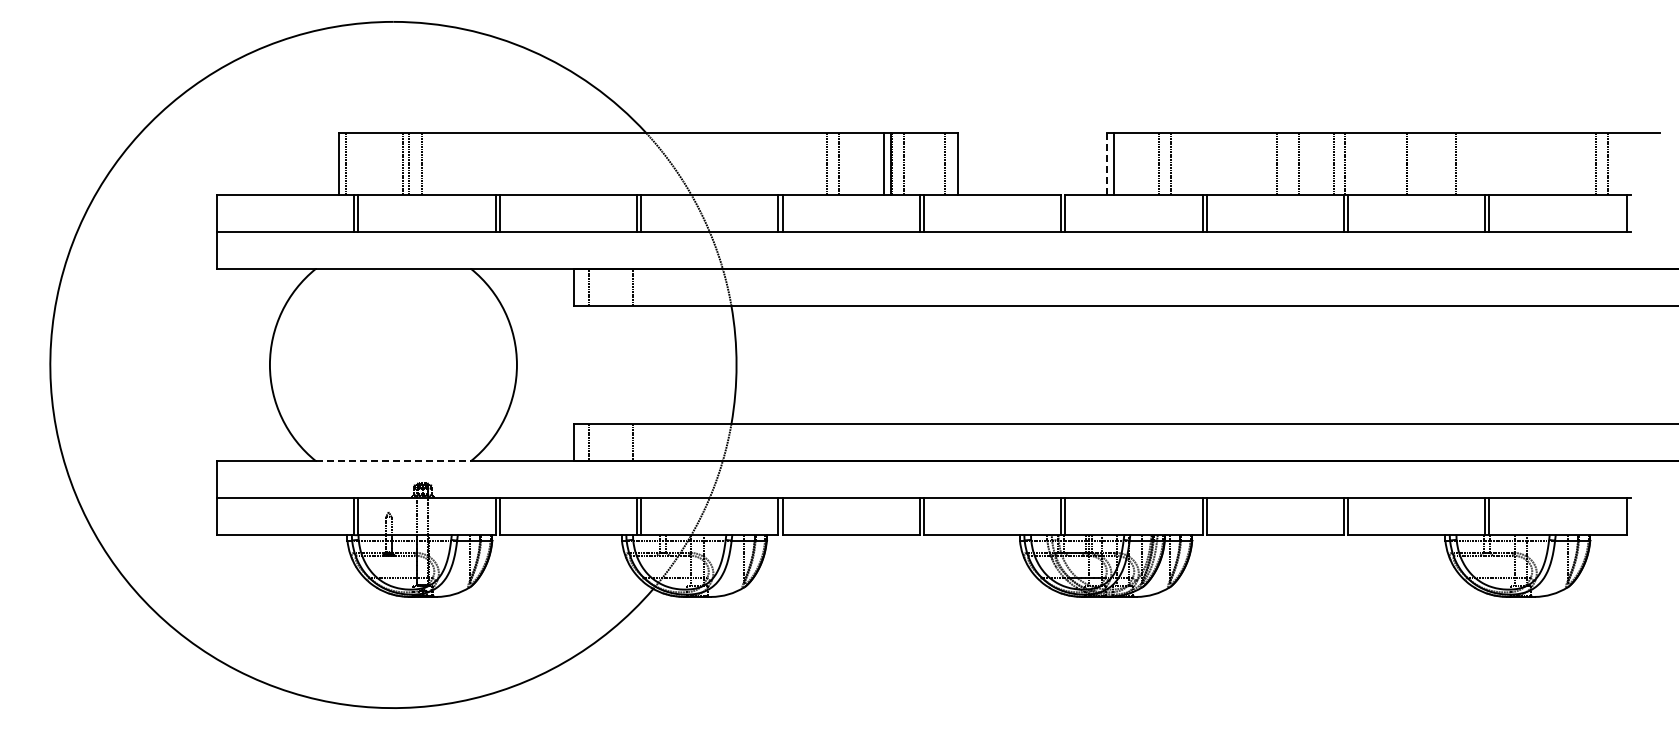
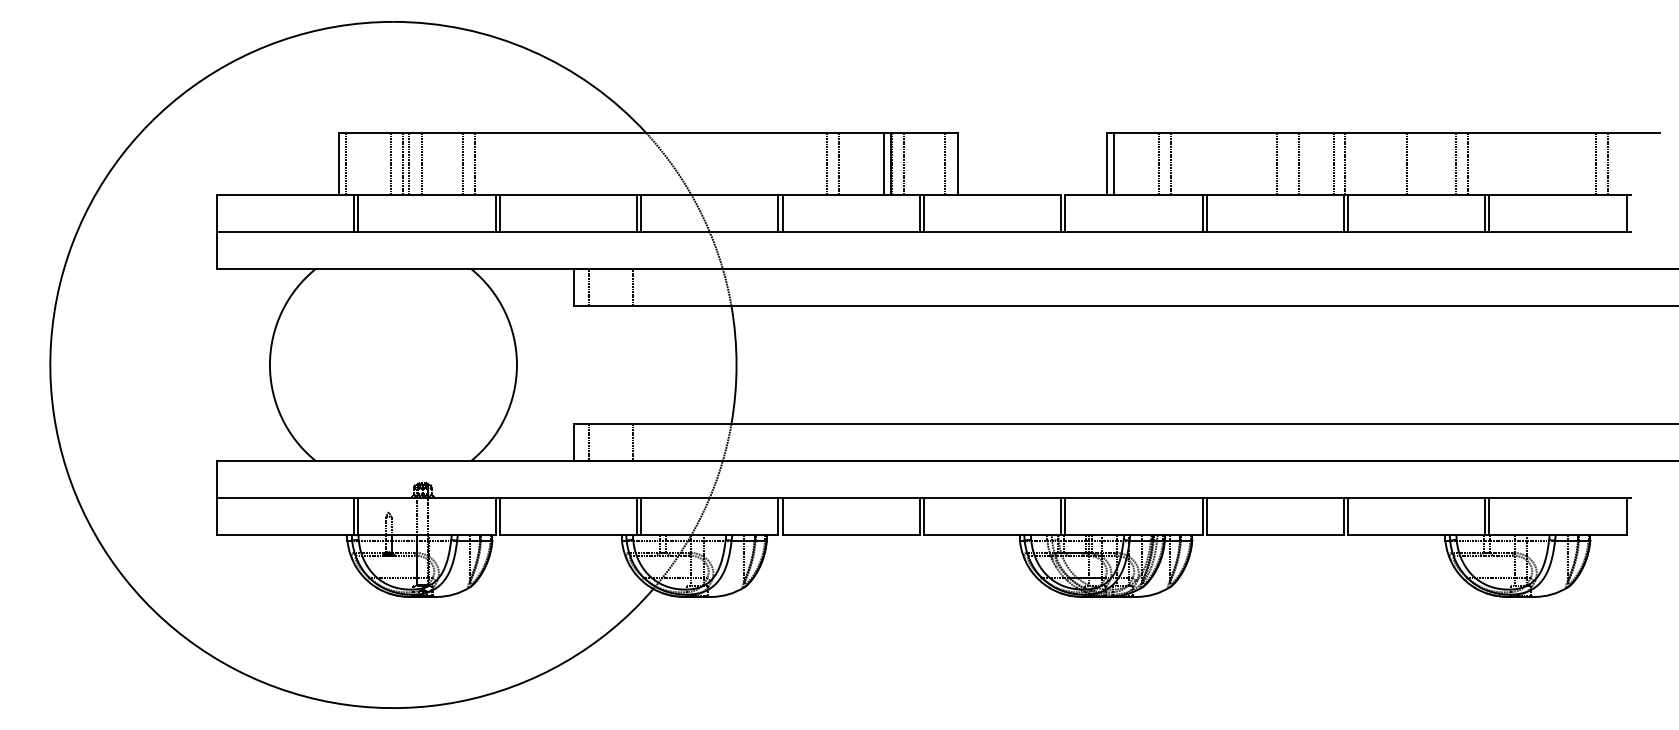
line at (391, 163): none -> present
line at (463, 163): none -> present
line at (475, 163): none -> present
line at (1107, 163): dashed -> solid
line at (1467, 163): none -> present
line at (393, 461): dashed -> solid
